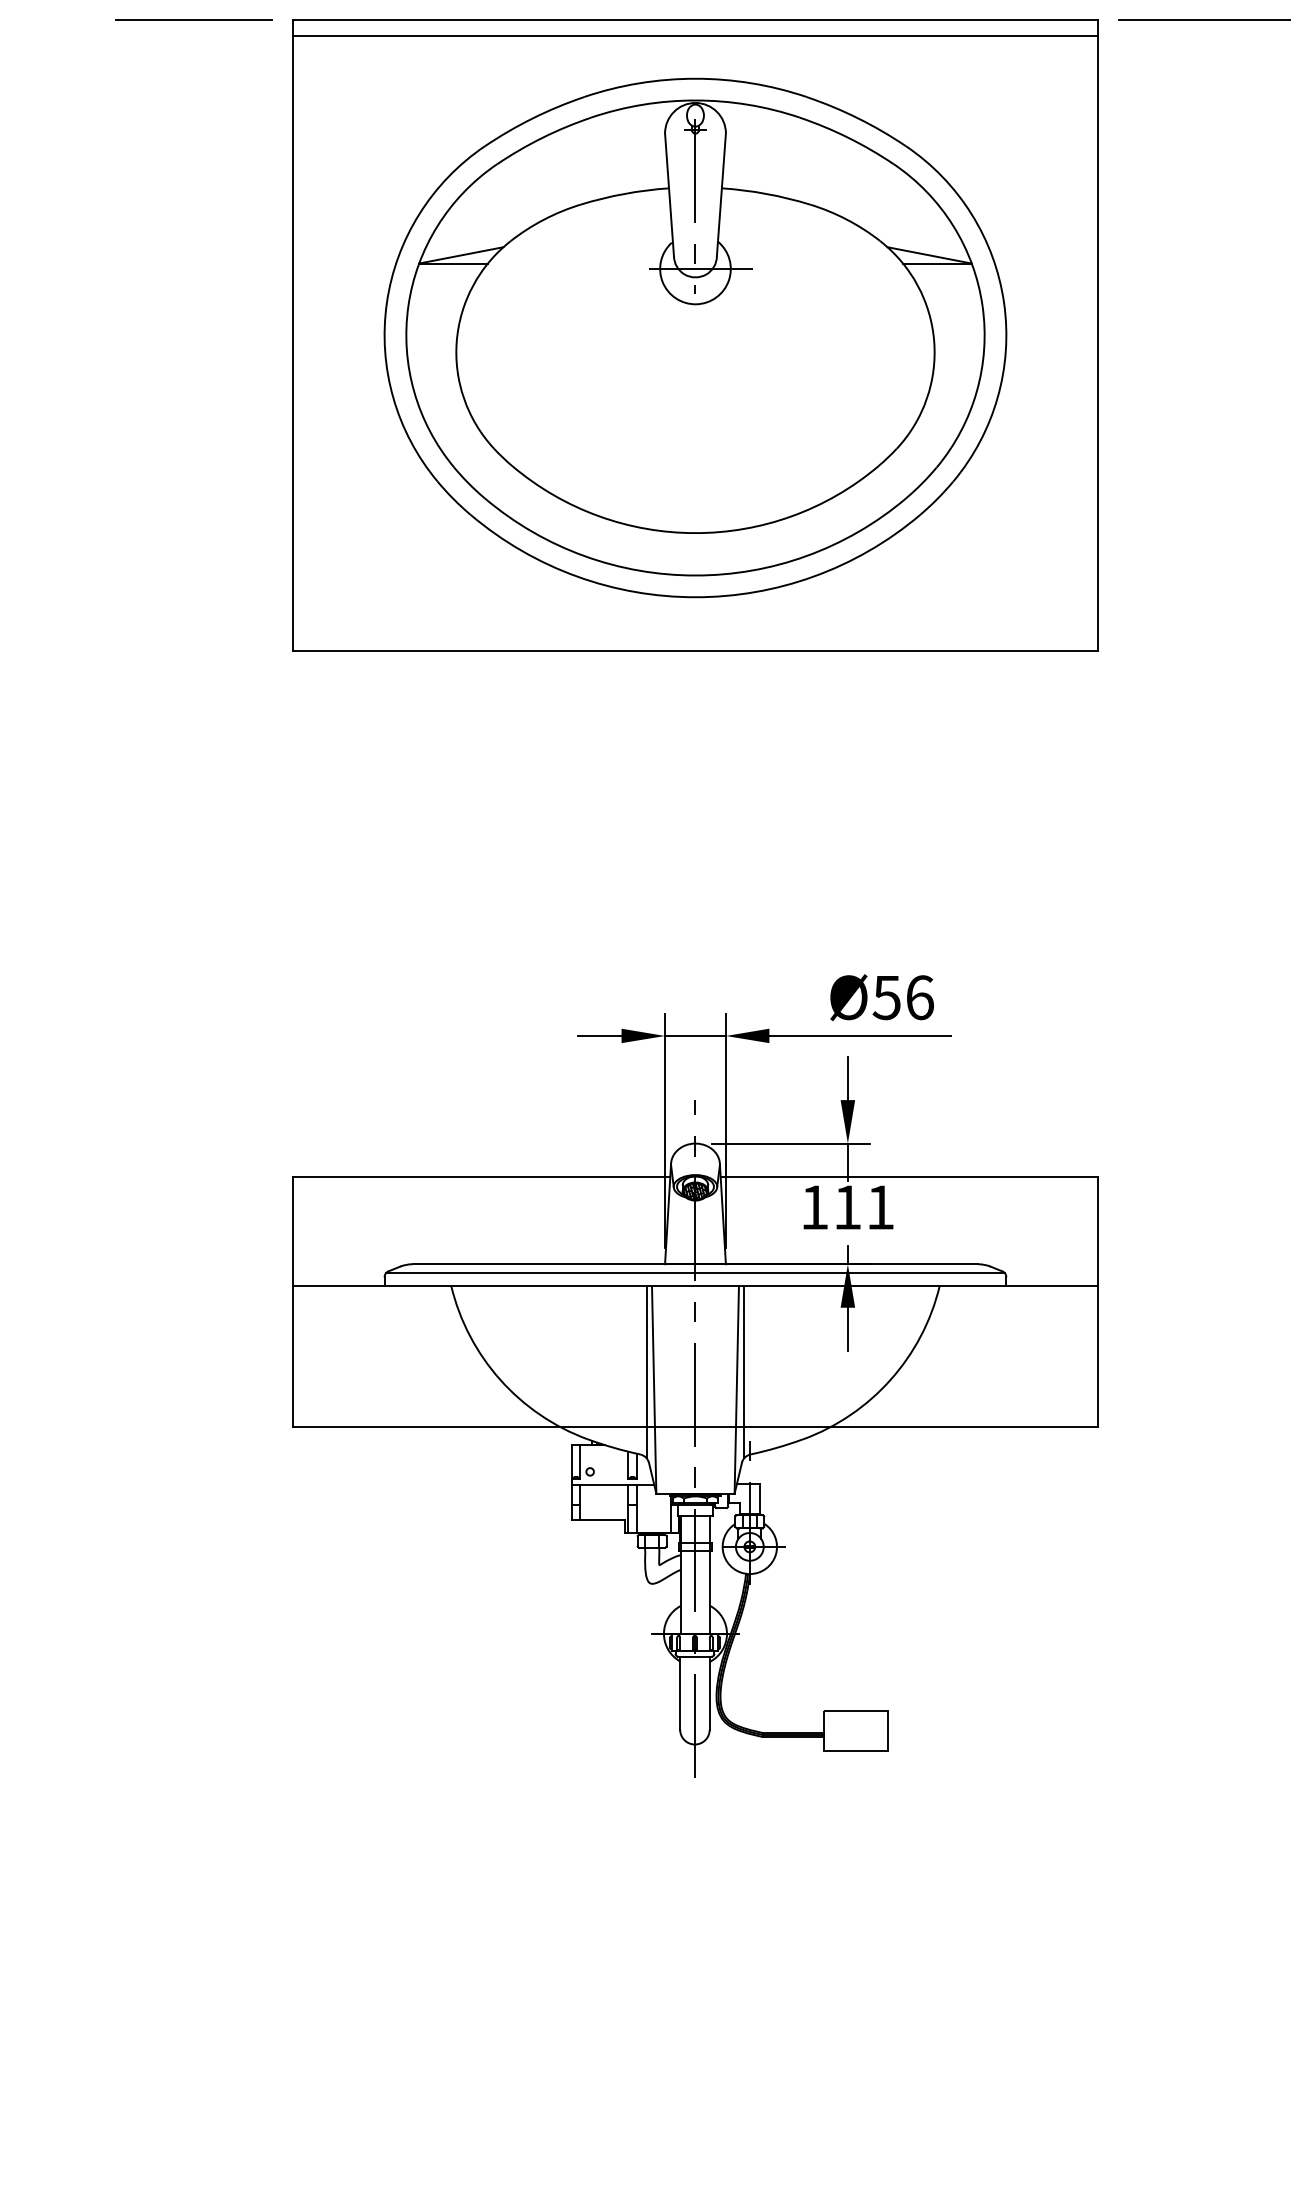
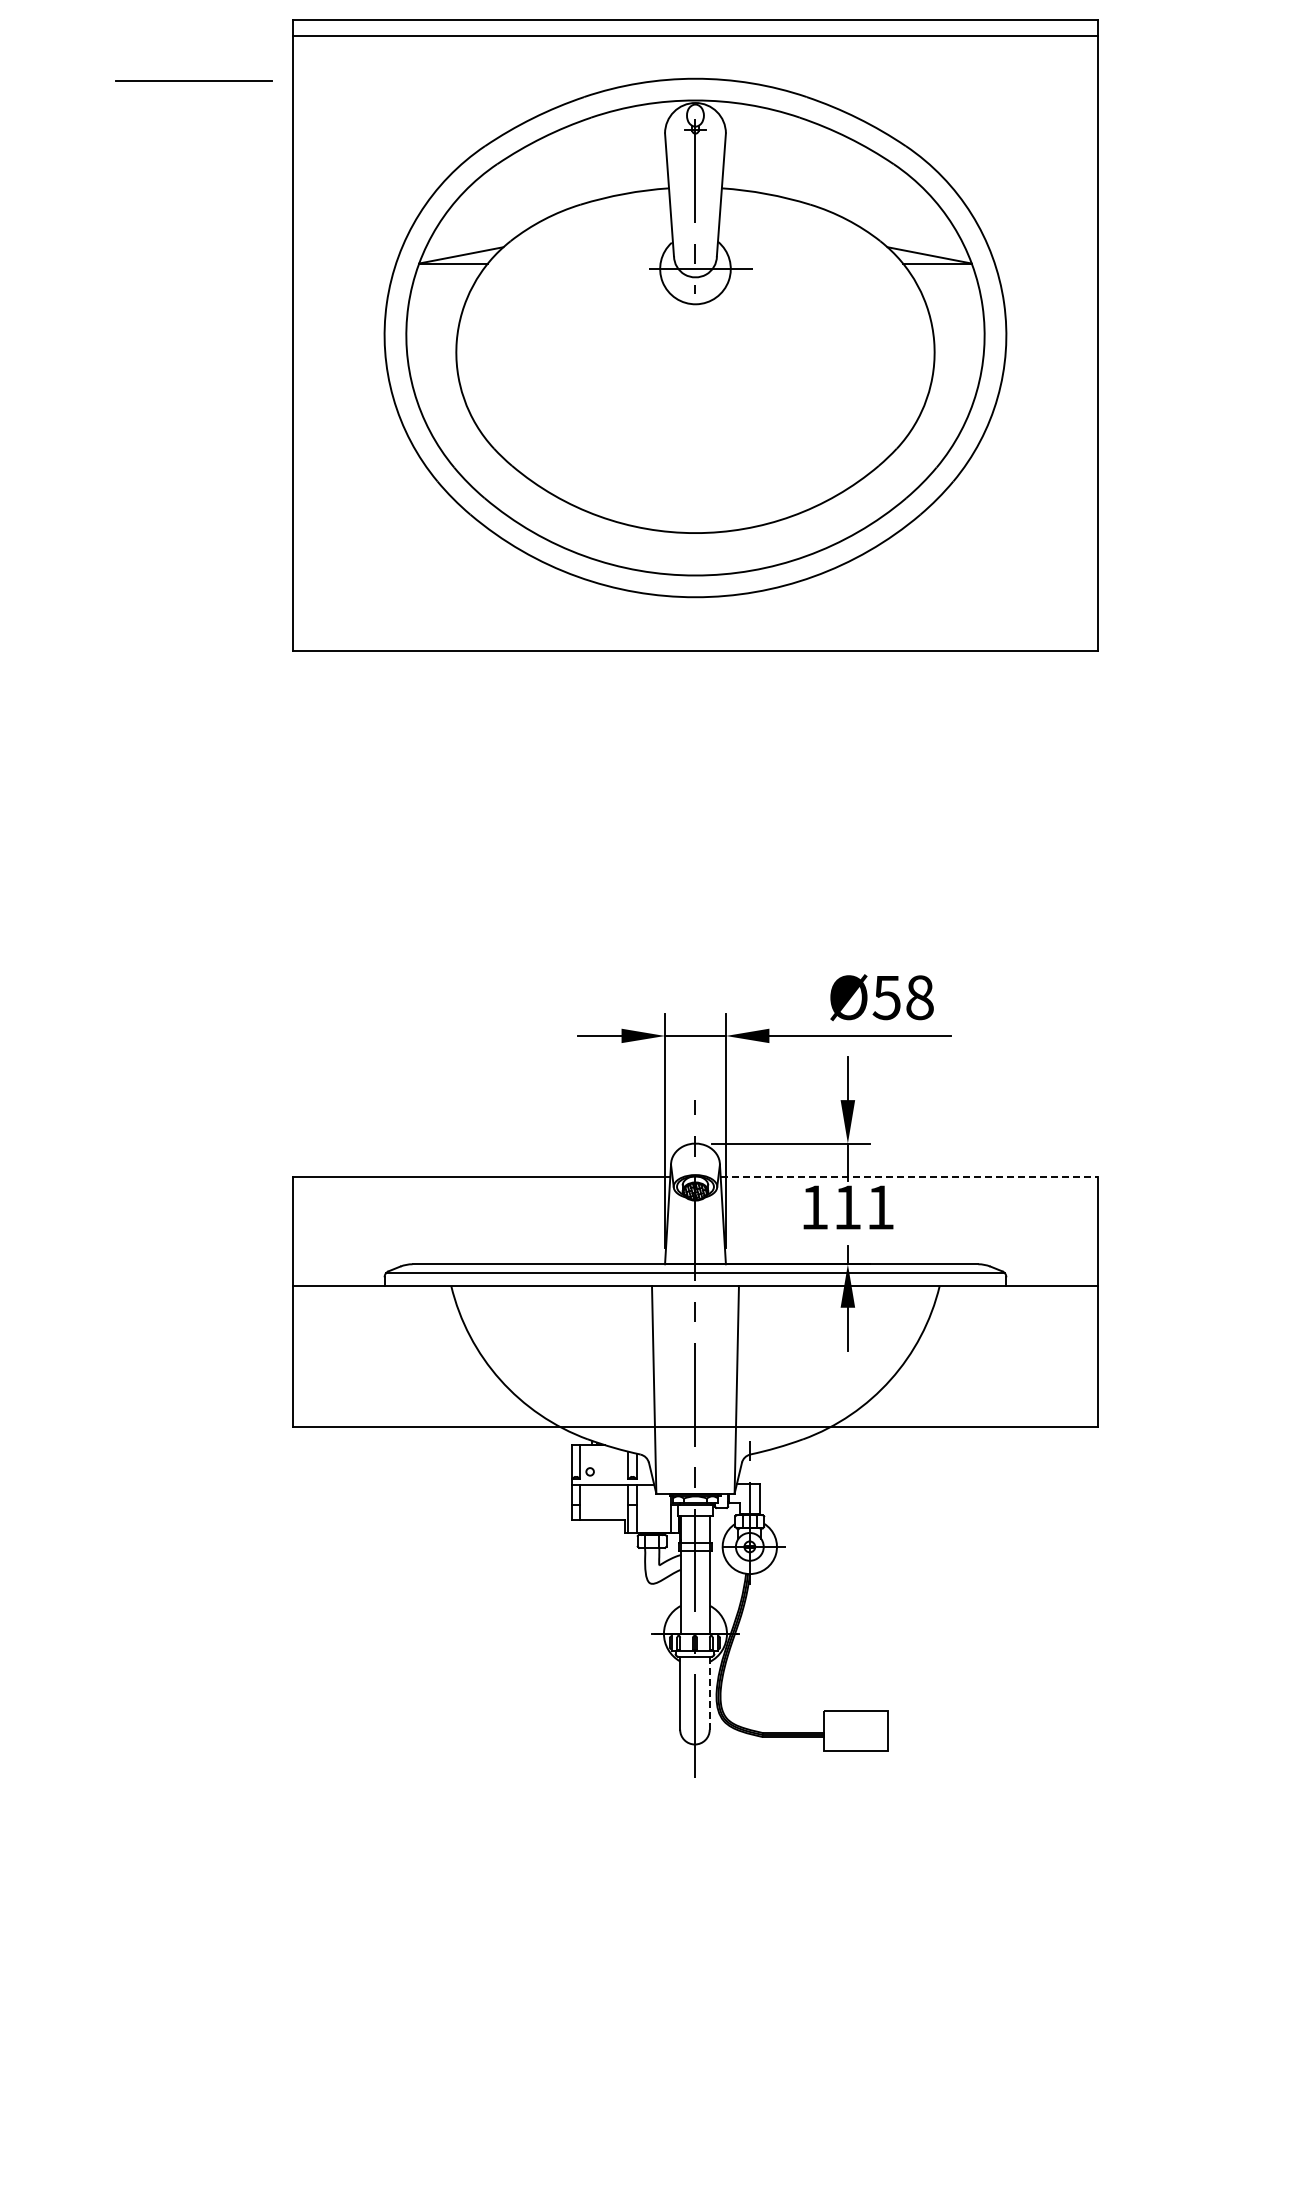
line at (193, 19) position: (193, 19) -> (193, 80)
line at (1203, 20): present -> none
text at (919, 997): Ø56 -> Ø58
line at (909, 1177): solid -> dashed
line at (646, 1372): present -> none
line at (744, 1372): present -> none
line at (709, 1693): solid -> dashed
